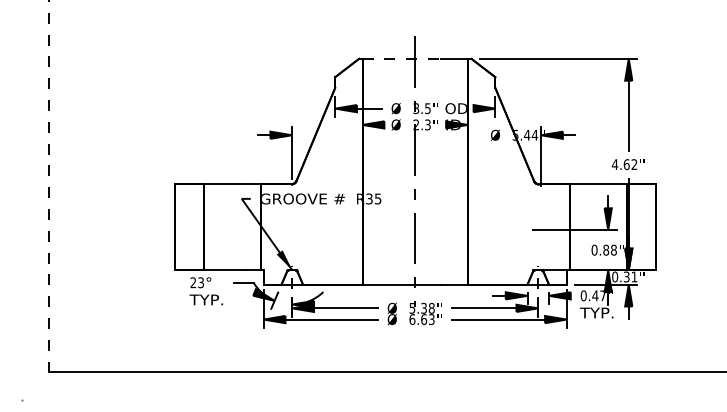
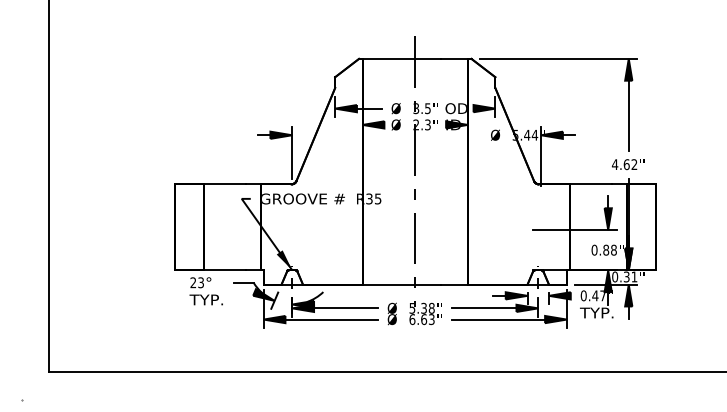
line at (401, 58): dashed -> solid
line at (49, 186): dashed -> solid
